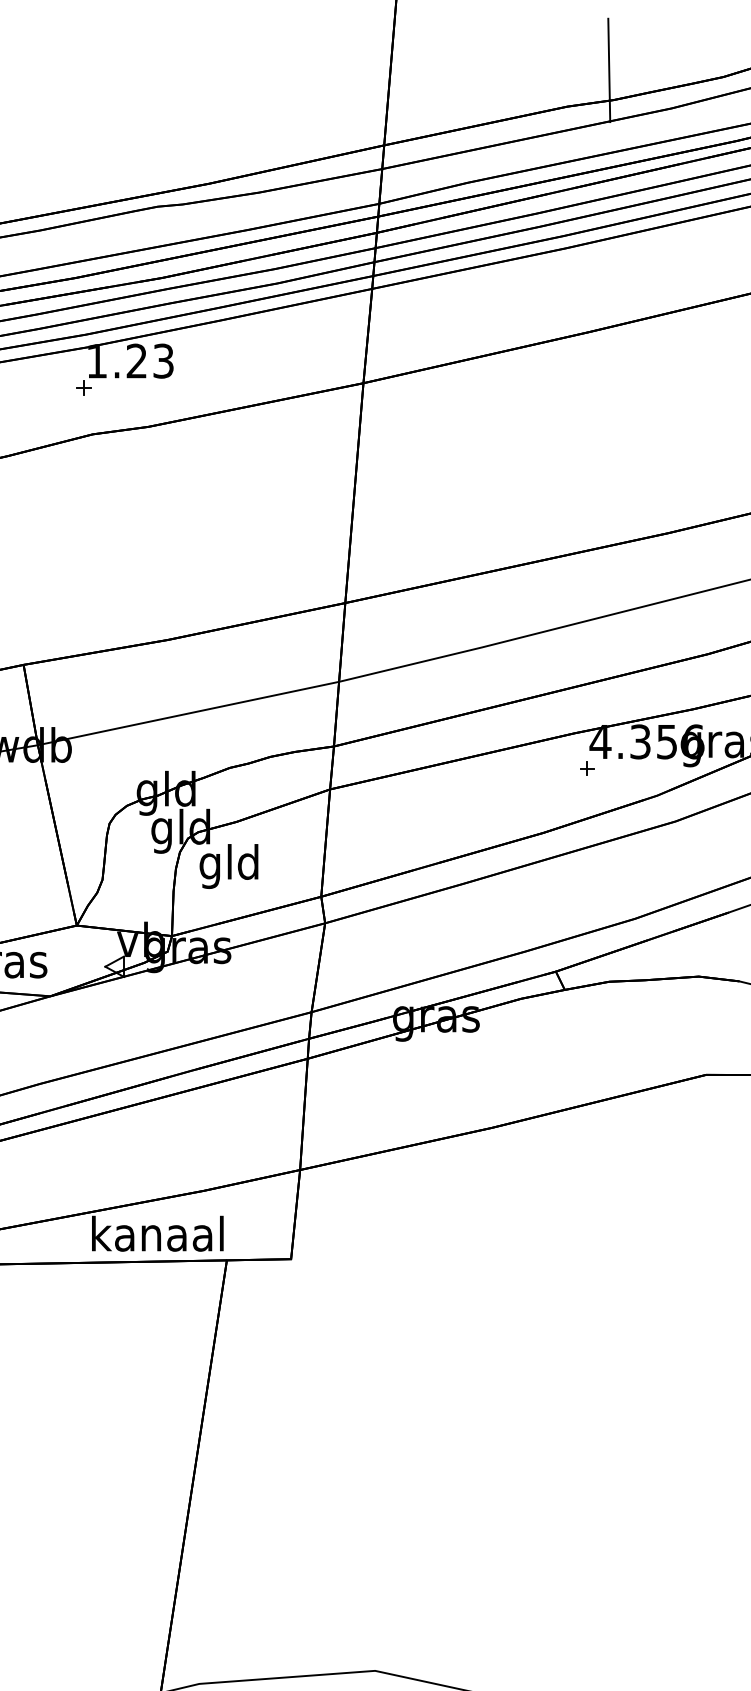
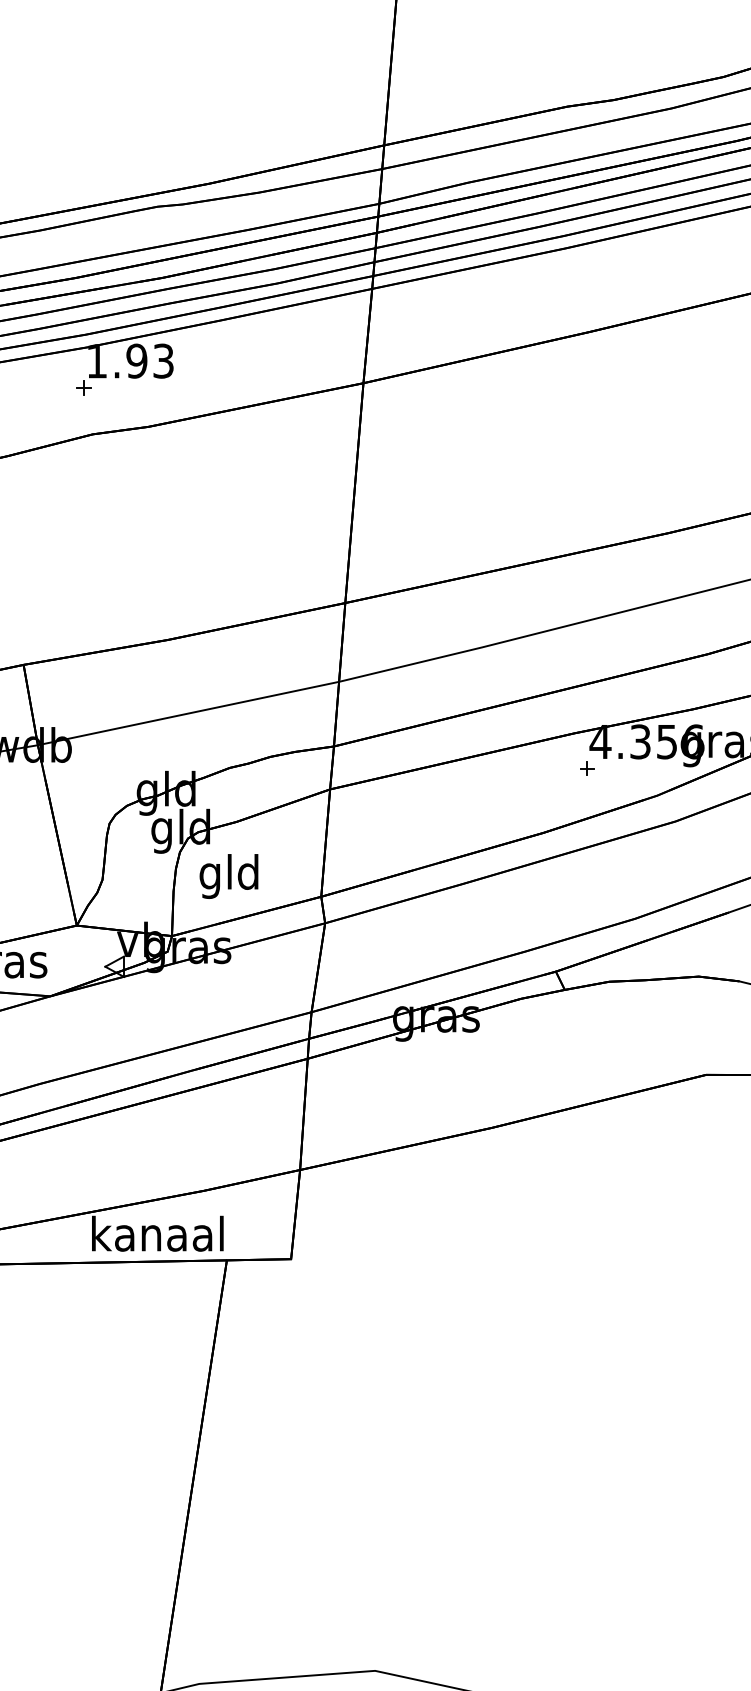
line at (609, 70): present -> none
text at (136, 360): 1.23 -> 1.93
text at (228, 866) position: (228, 866) -> (228, 876)
